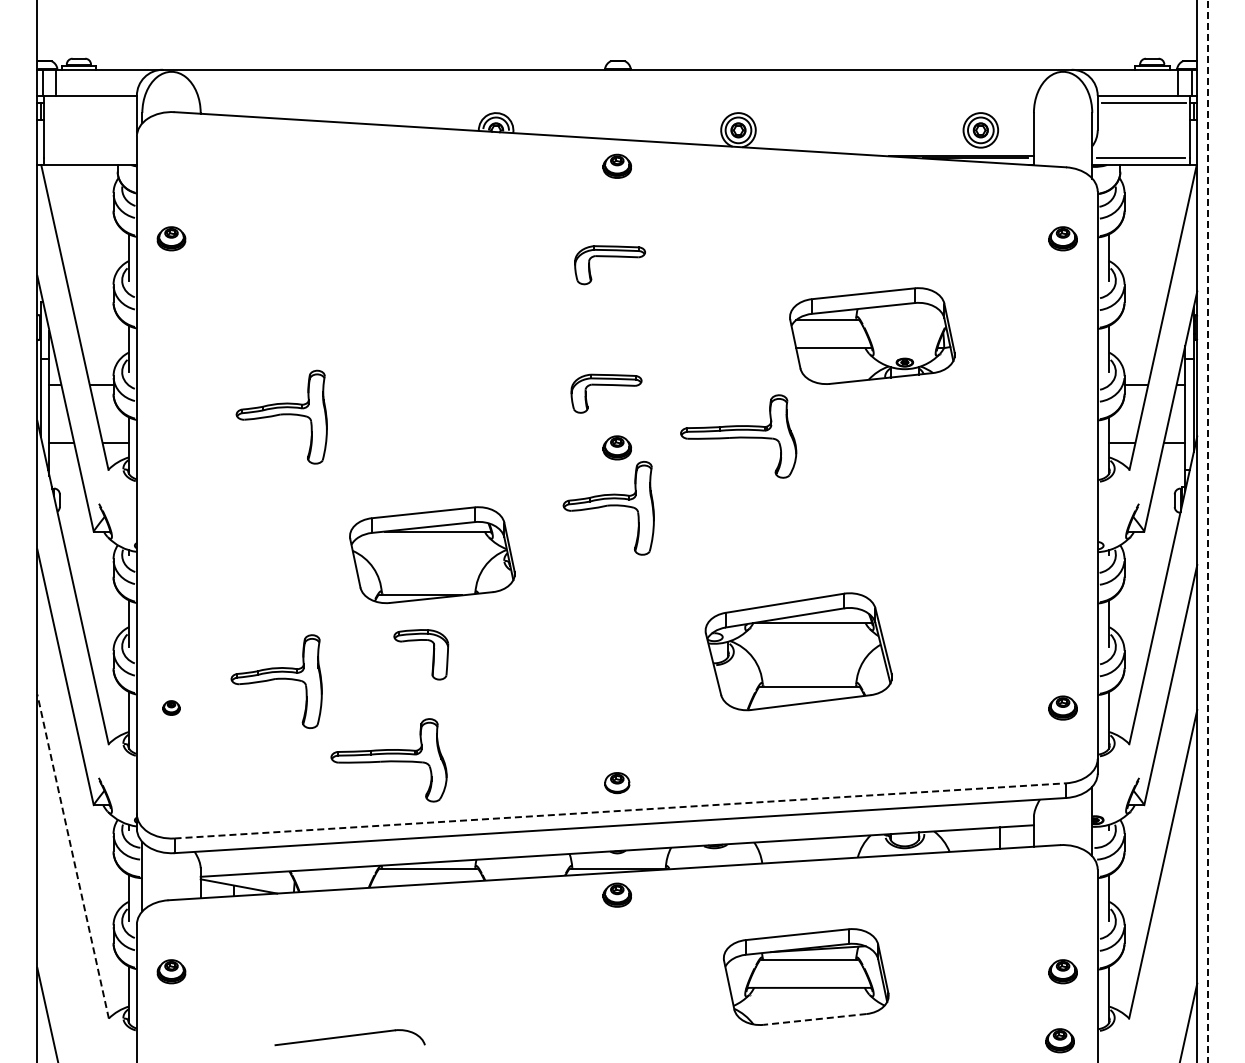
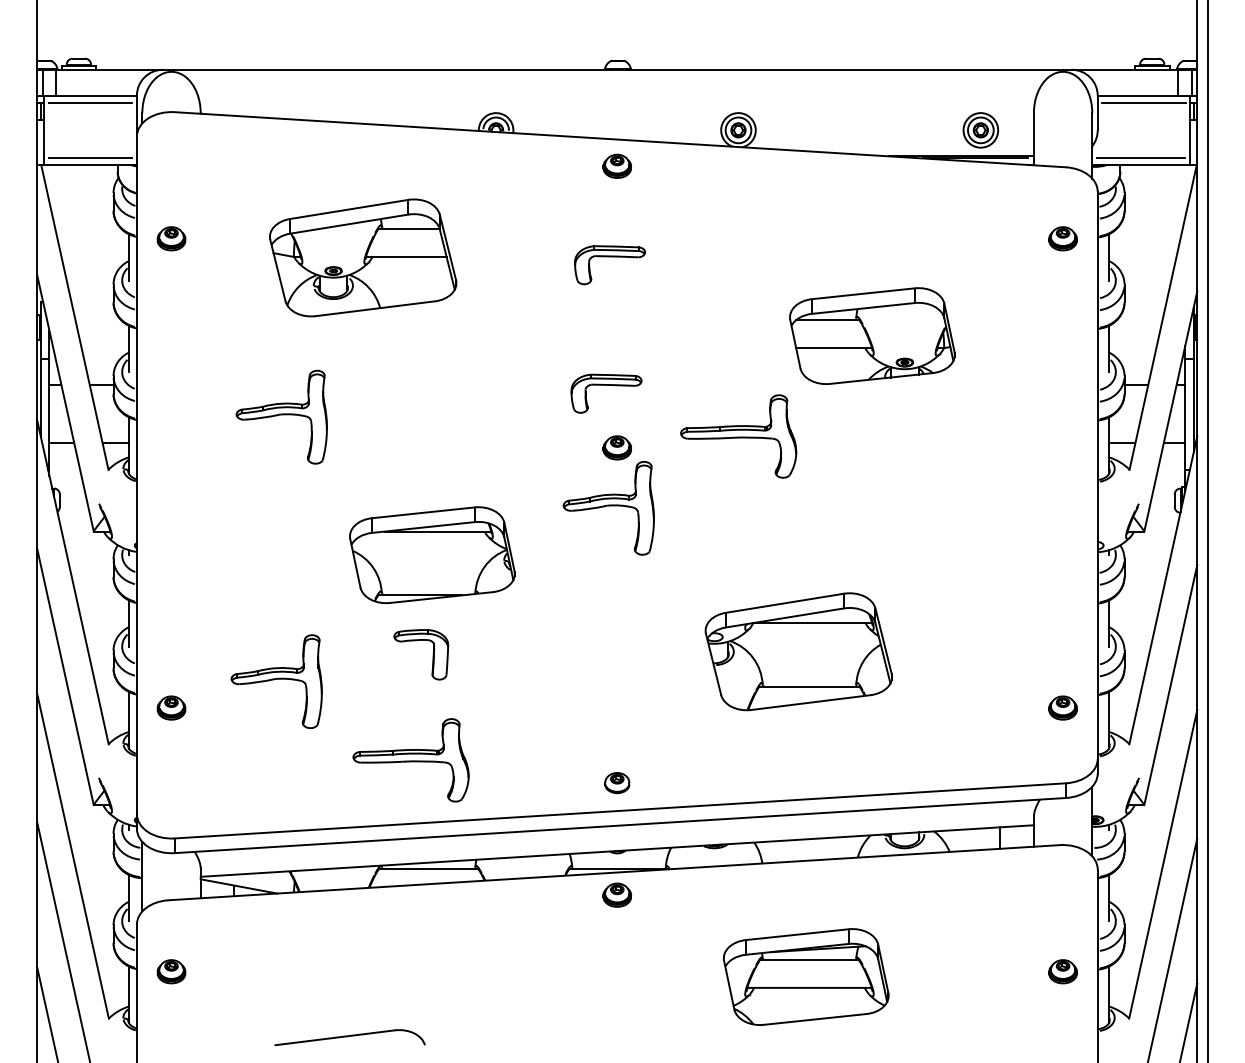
line at (90, 102): none -> present
line at (90, 158): none -> present
part at (363, 257): none -> present
line at (1207, 531): dashed -> solid
part at (171, 707) size: 19x16 px -> 31x26 px
part at (388, 760) position: (388, 760) -> (410, 760)
line at (620, 810): dashed -> solid
line at (73, 856): dashed -> solid
line at (63, 941): none -> present
line at (1172, 948): none -> present
line at (815, 1019): dashed -> solid
part at (1059, 1040): present -> none
